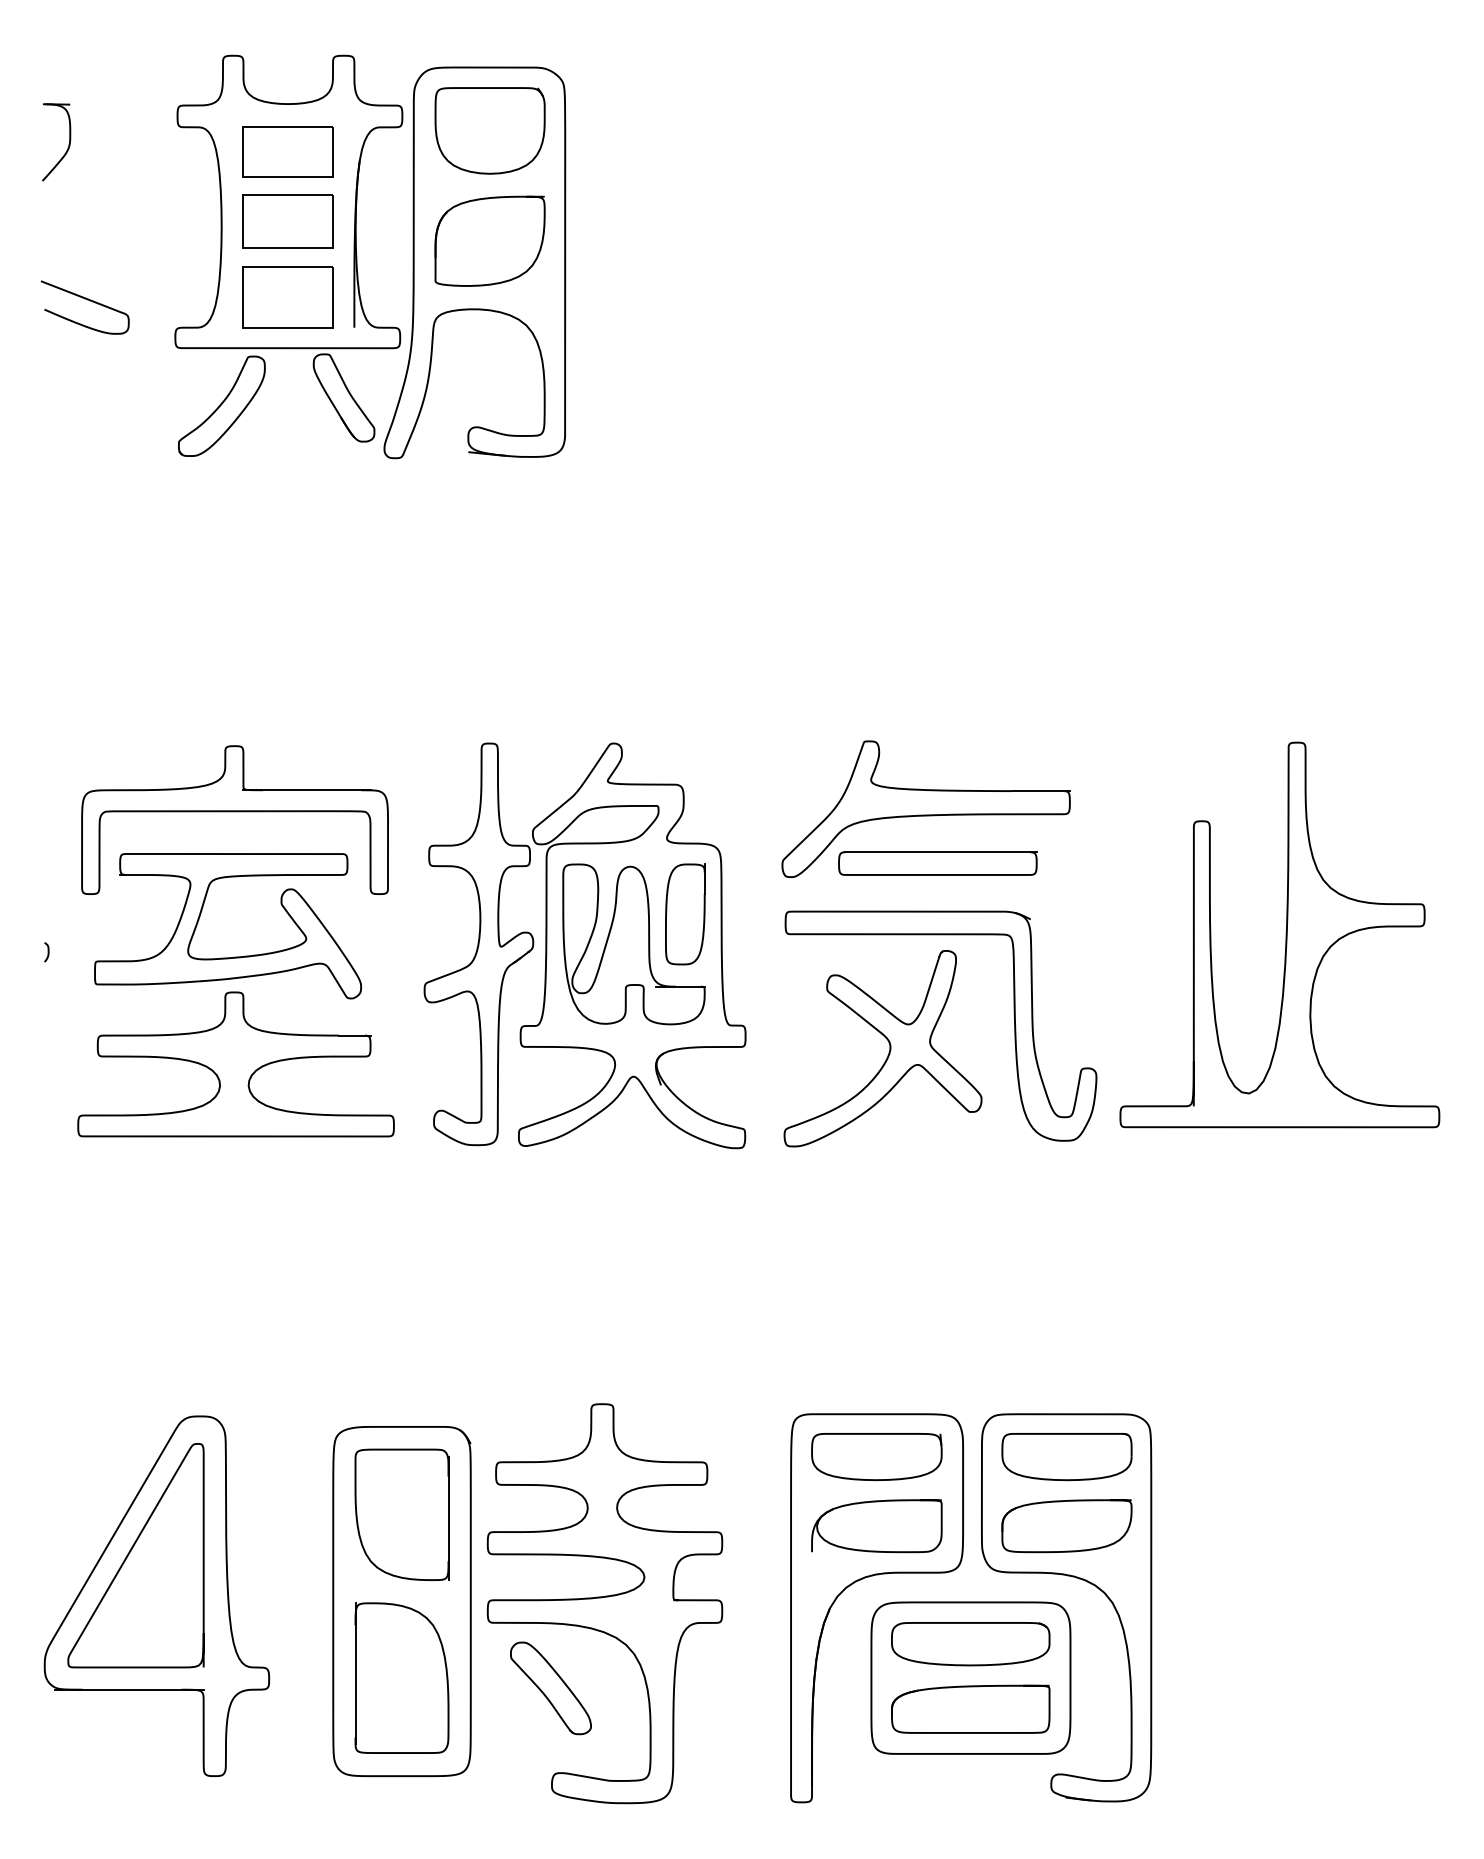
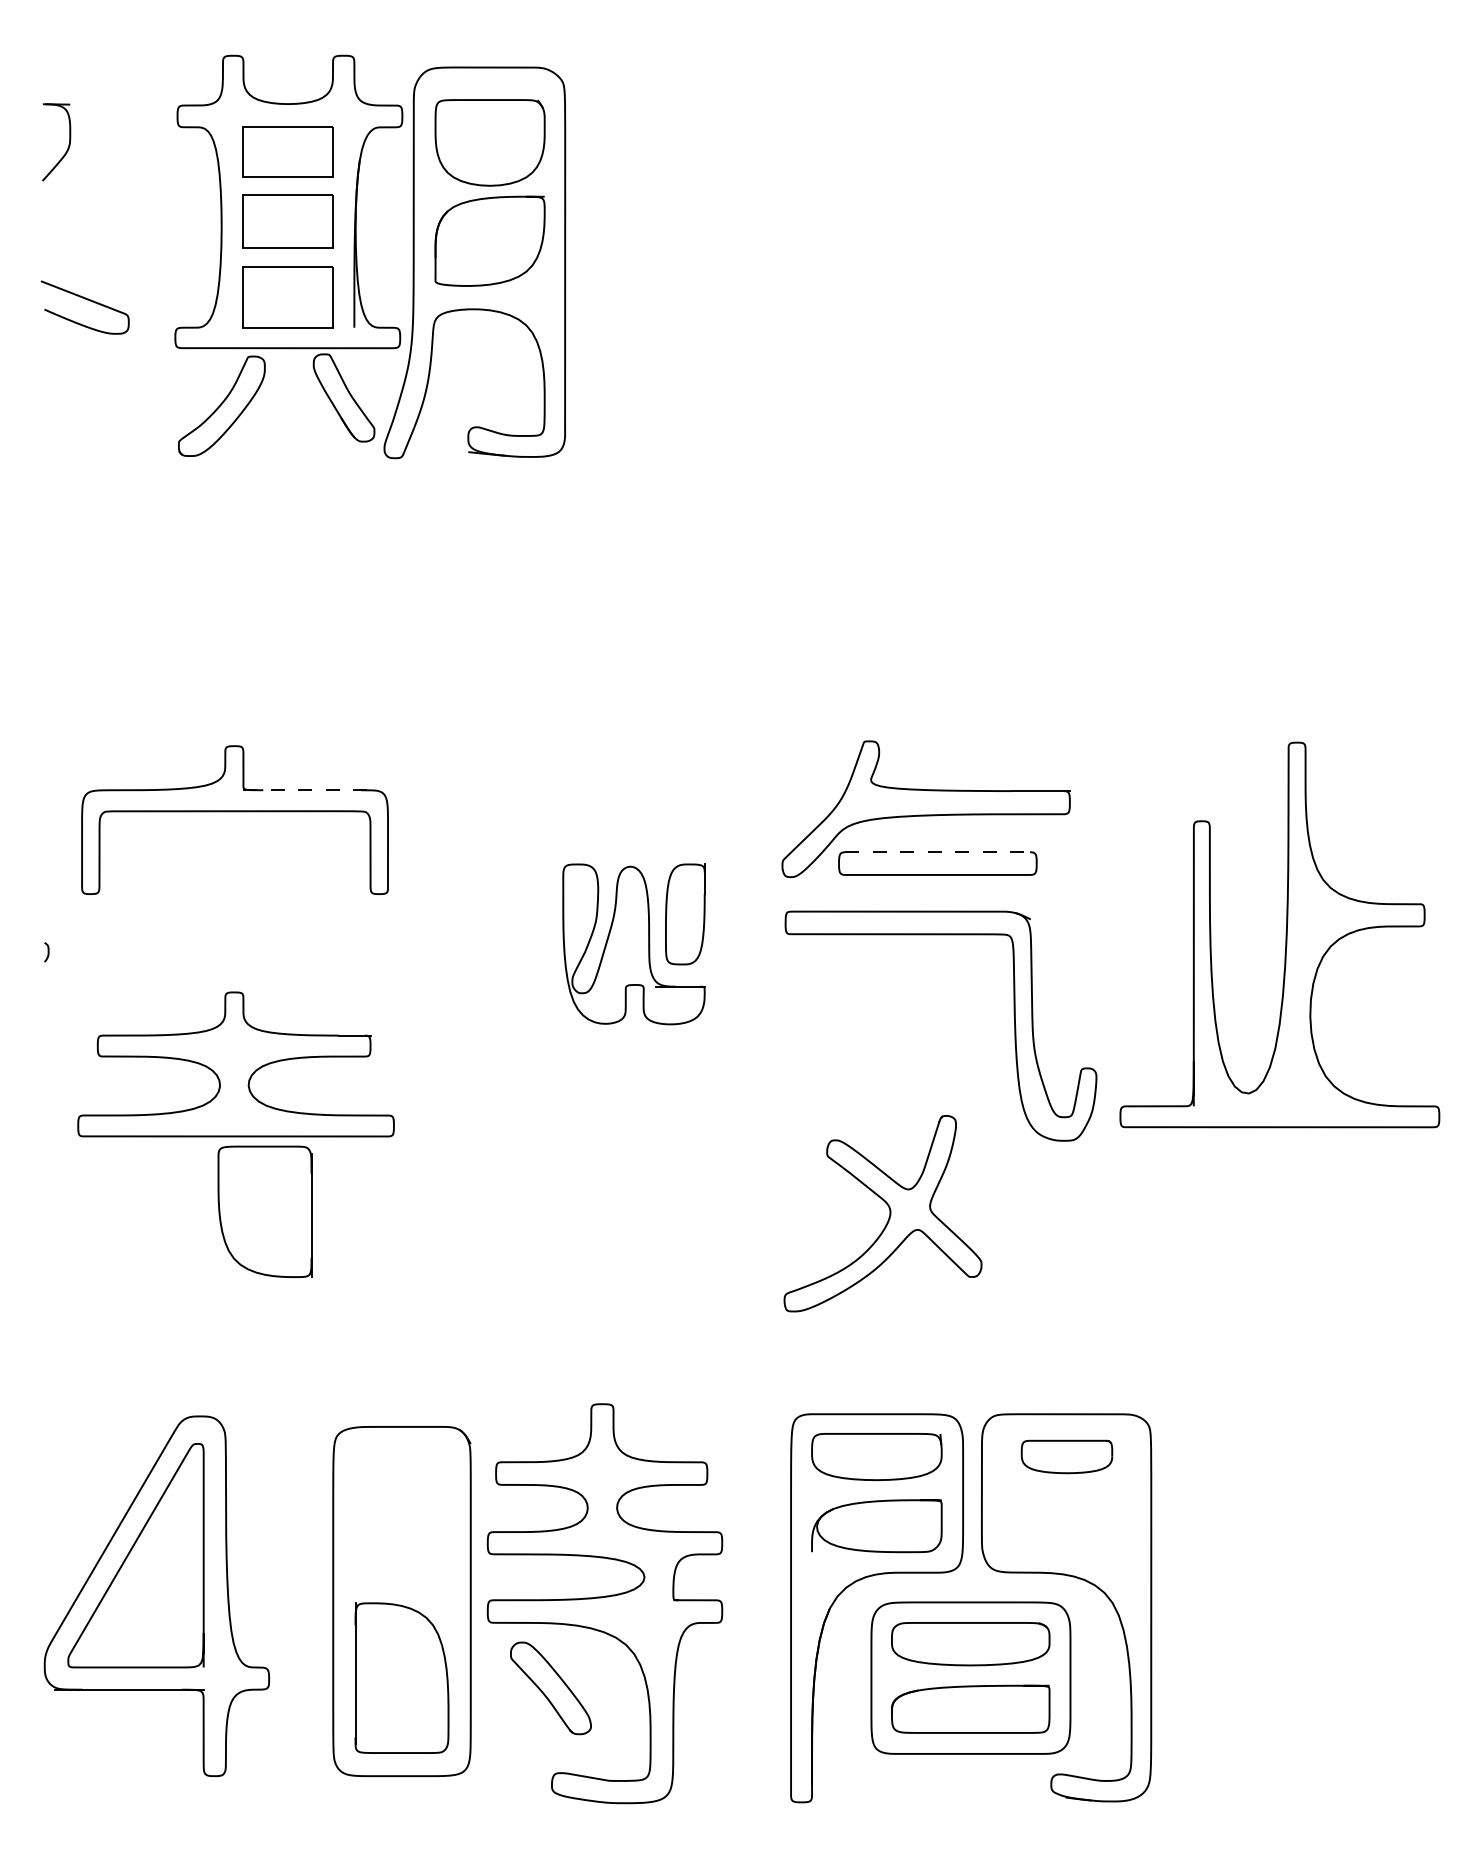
part at (489, 130) position: (489, 130) -> (489, 142)
line at (307, 790): solid -> dashed
line at (941, 852): solid -> dashed
part at (200, 917): present -> none
part at (584, 945): present -> none
part at (889, 1048) position: (889, 1048) -> (889, 1213)
part at (1066, 1456) size: 132x50 px -> 94x36 px
part at (401, 1514) position: (401, 1514) -> (264, 1211)
part at (1066, 1526): present -> none
